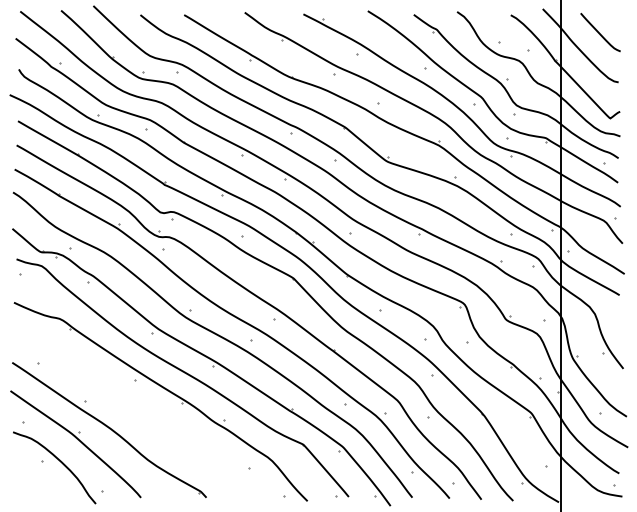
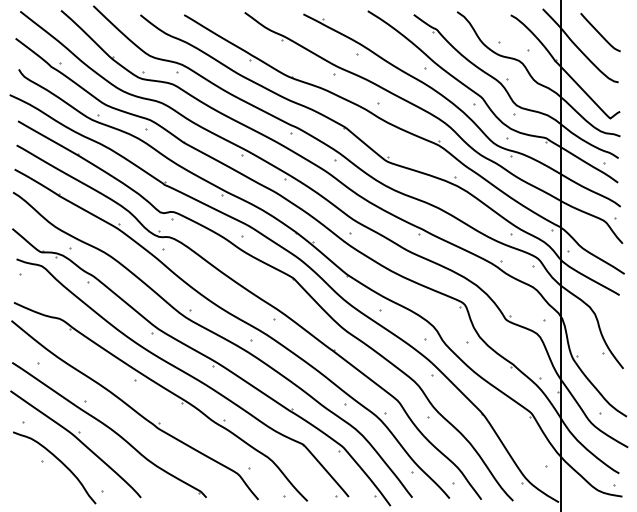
part at (134, 410): none -> present
